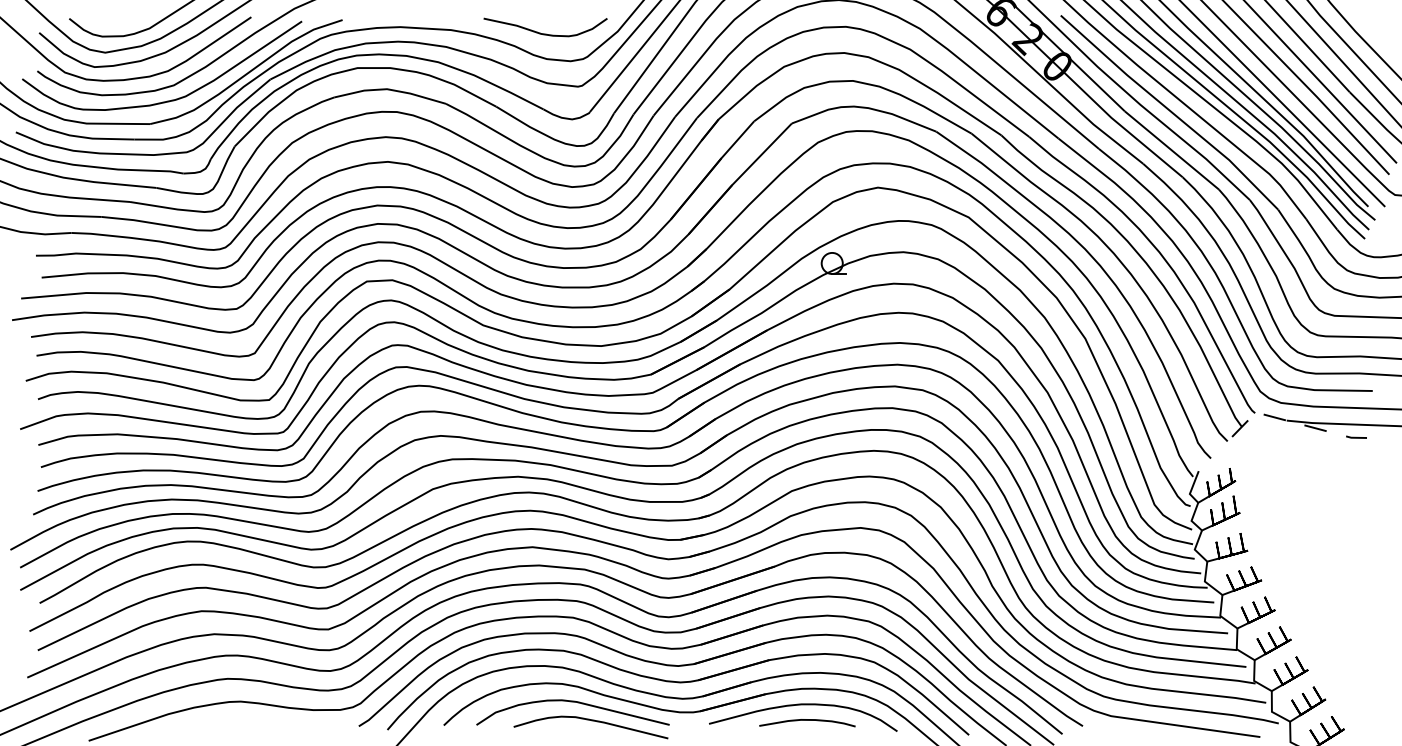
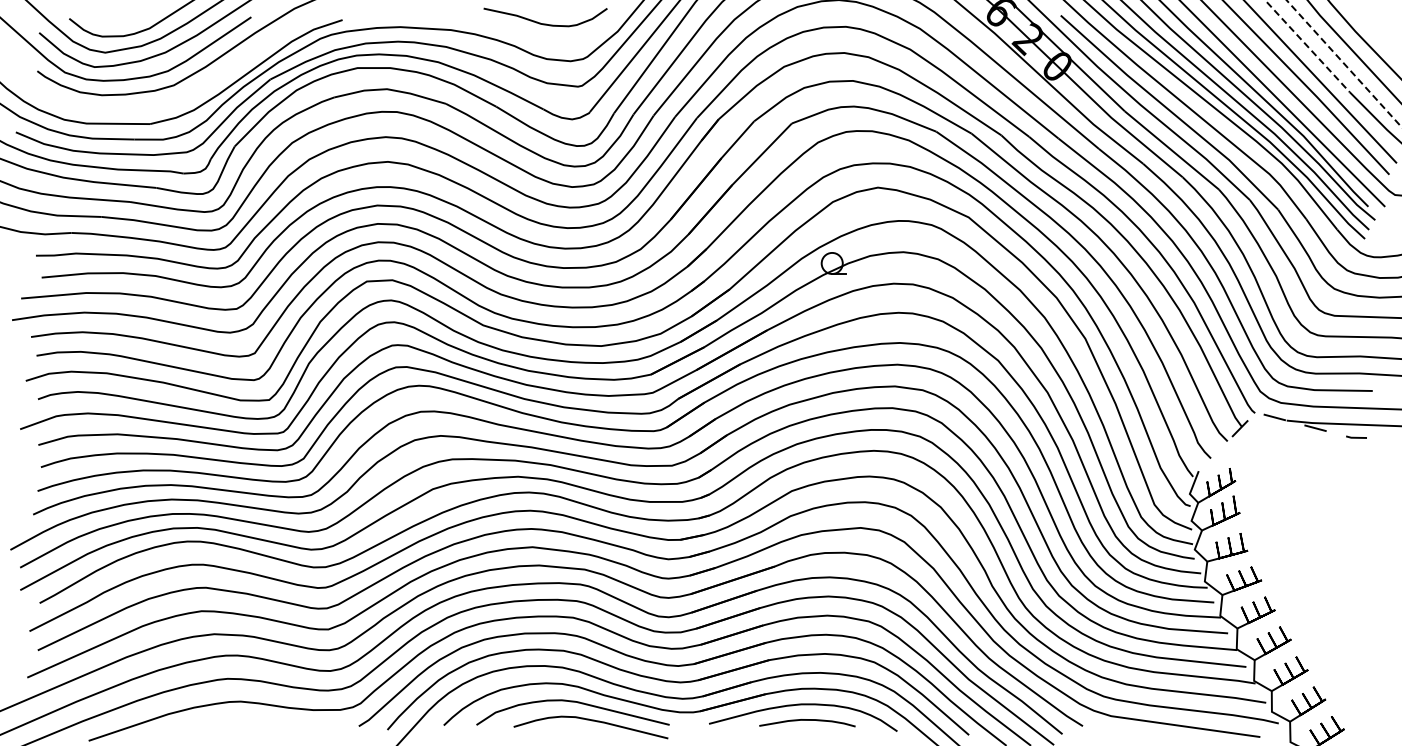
curve at (545, 33) position: (545, 33) -> (545, 23)
line at (1307, 46): solid -> dashed
line at (1344, 63): solid -> dashed
curve at (171, 99): present -> none
